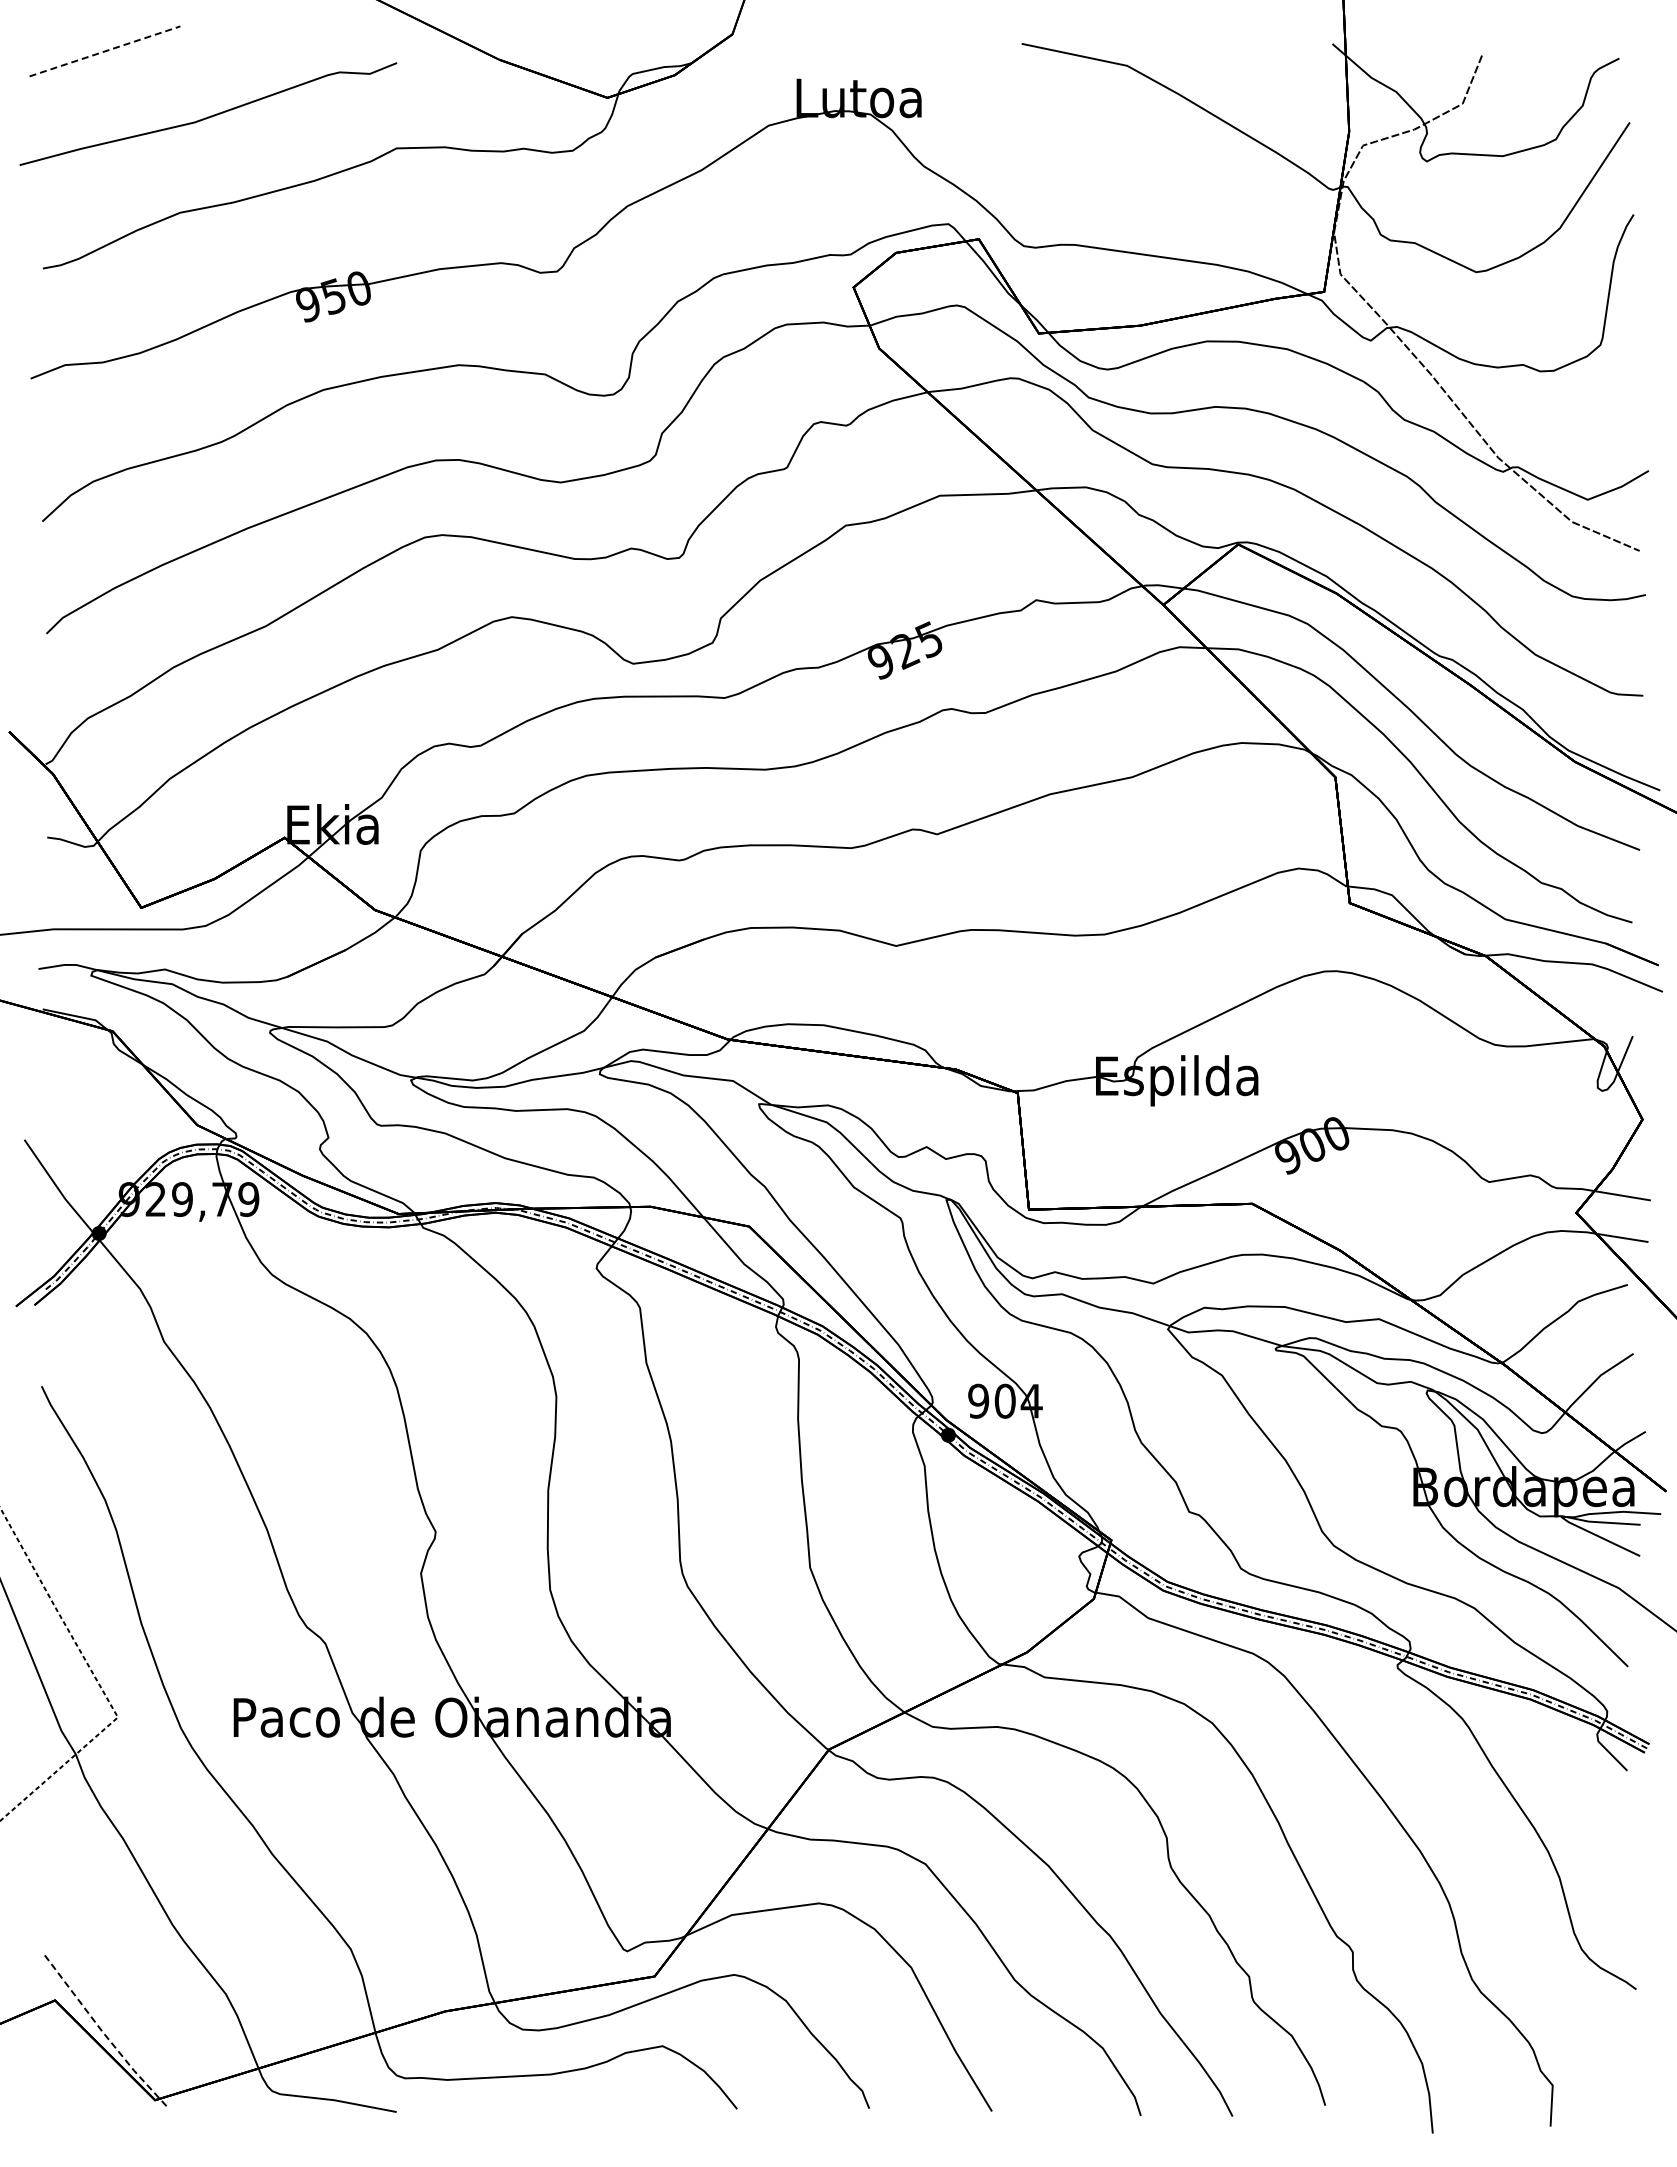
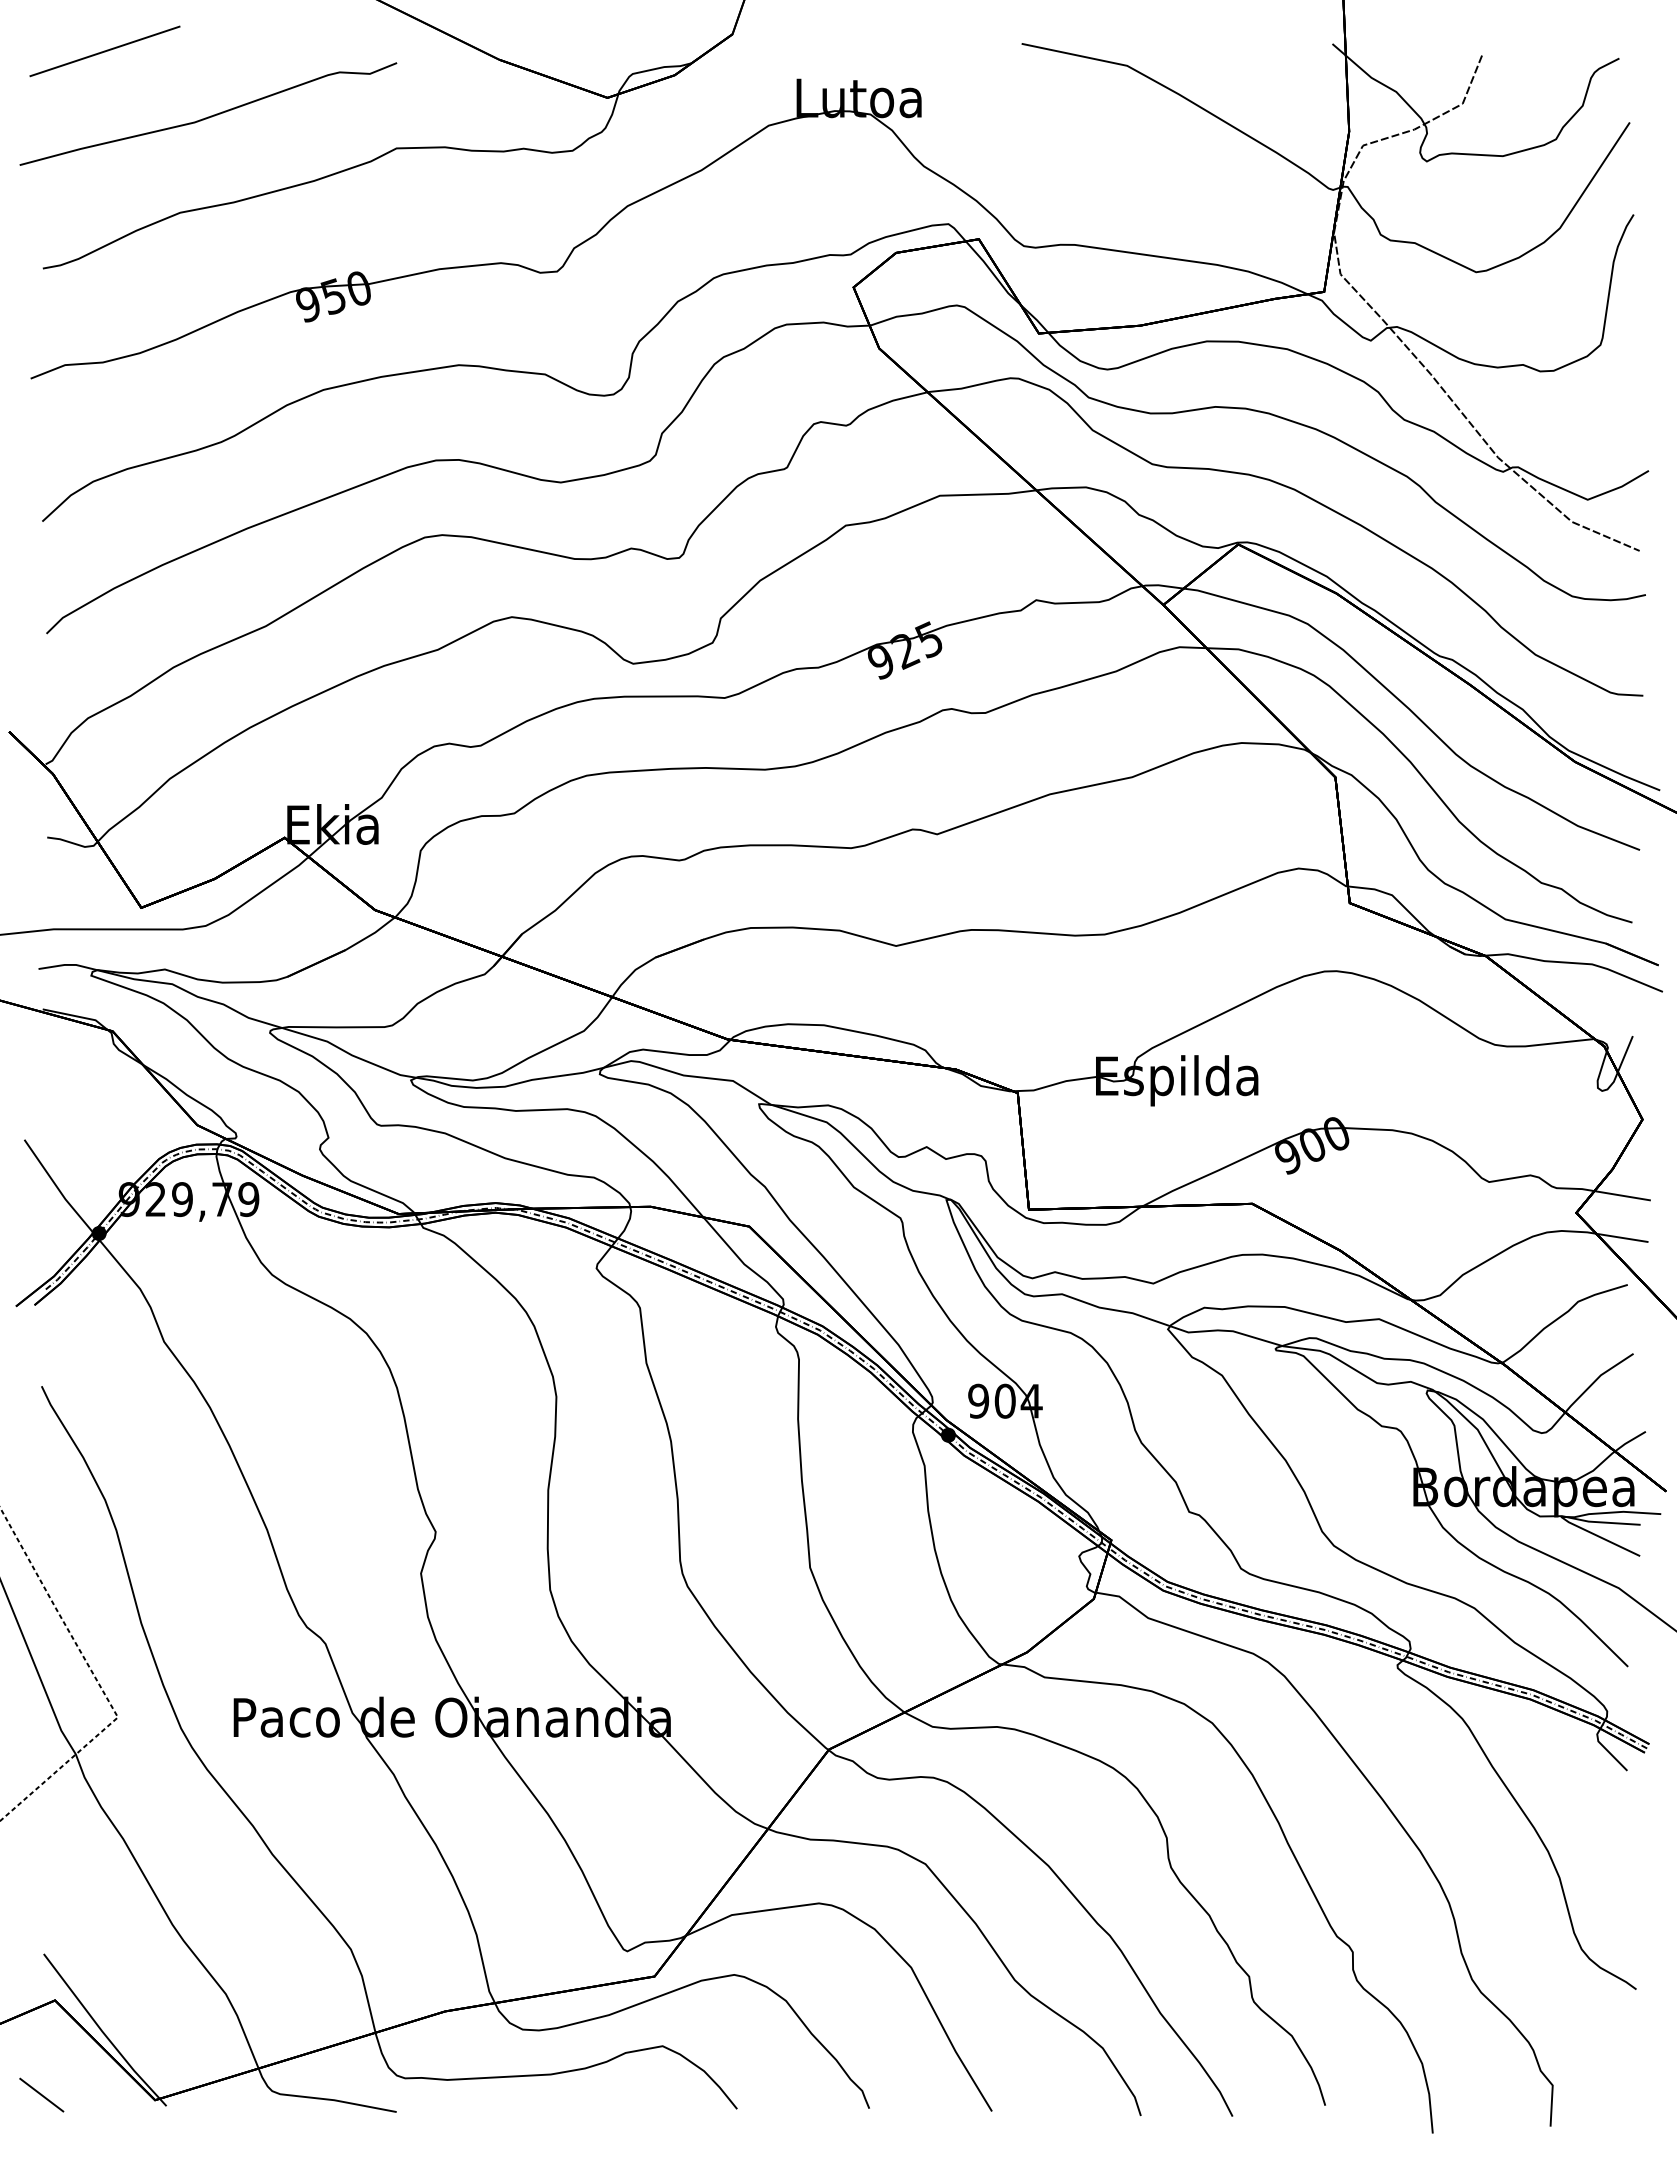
line at (105, 51): dashed -> solid
line at (102, 2032): dashed -> solid
line at (41, 2094): none -> present
